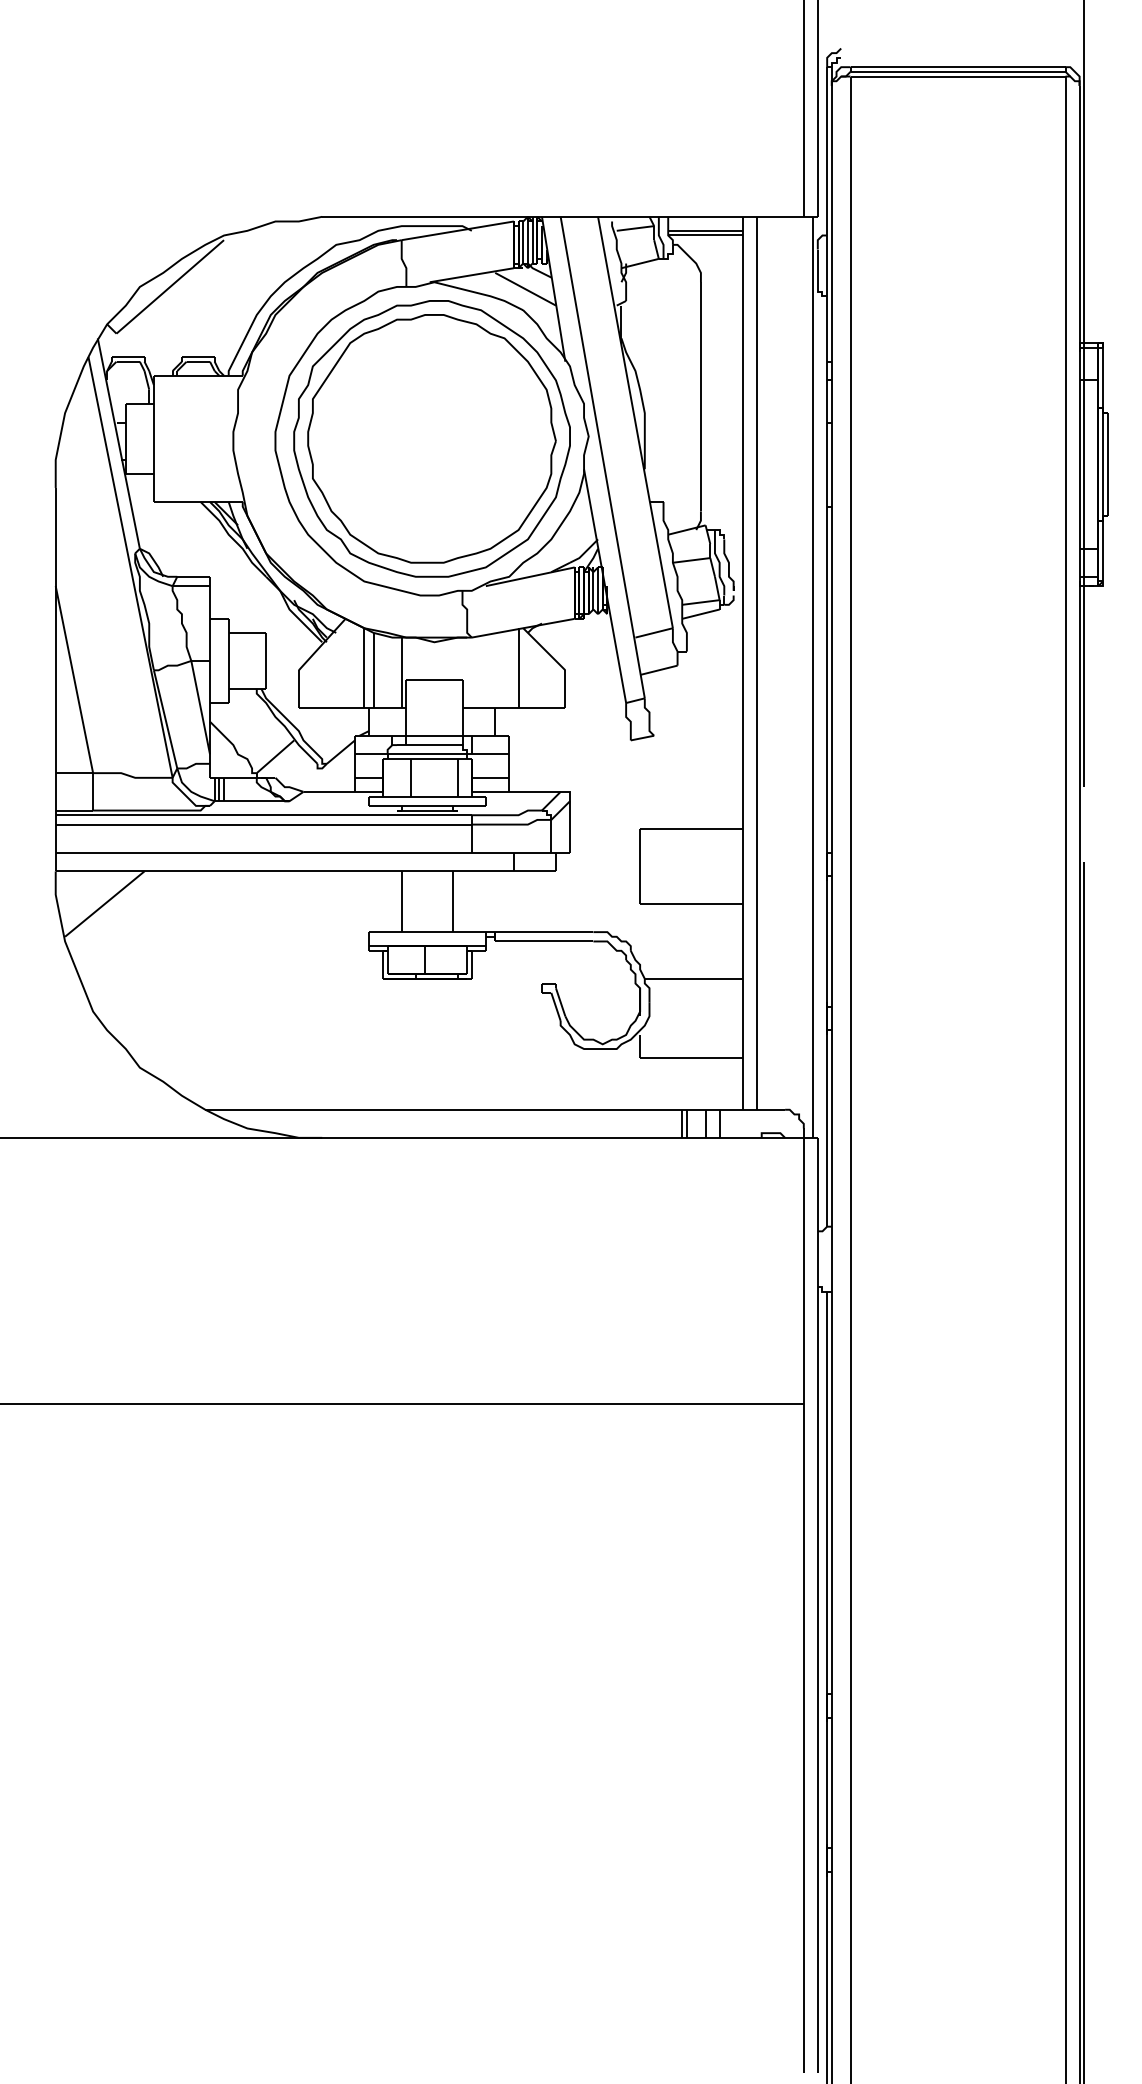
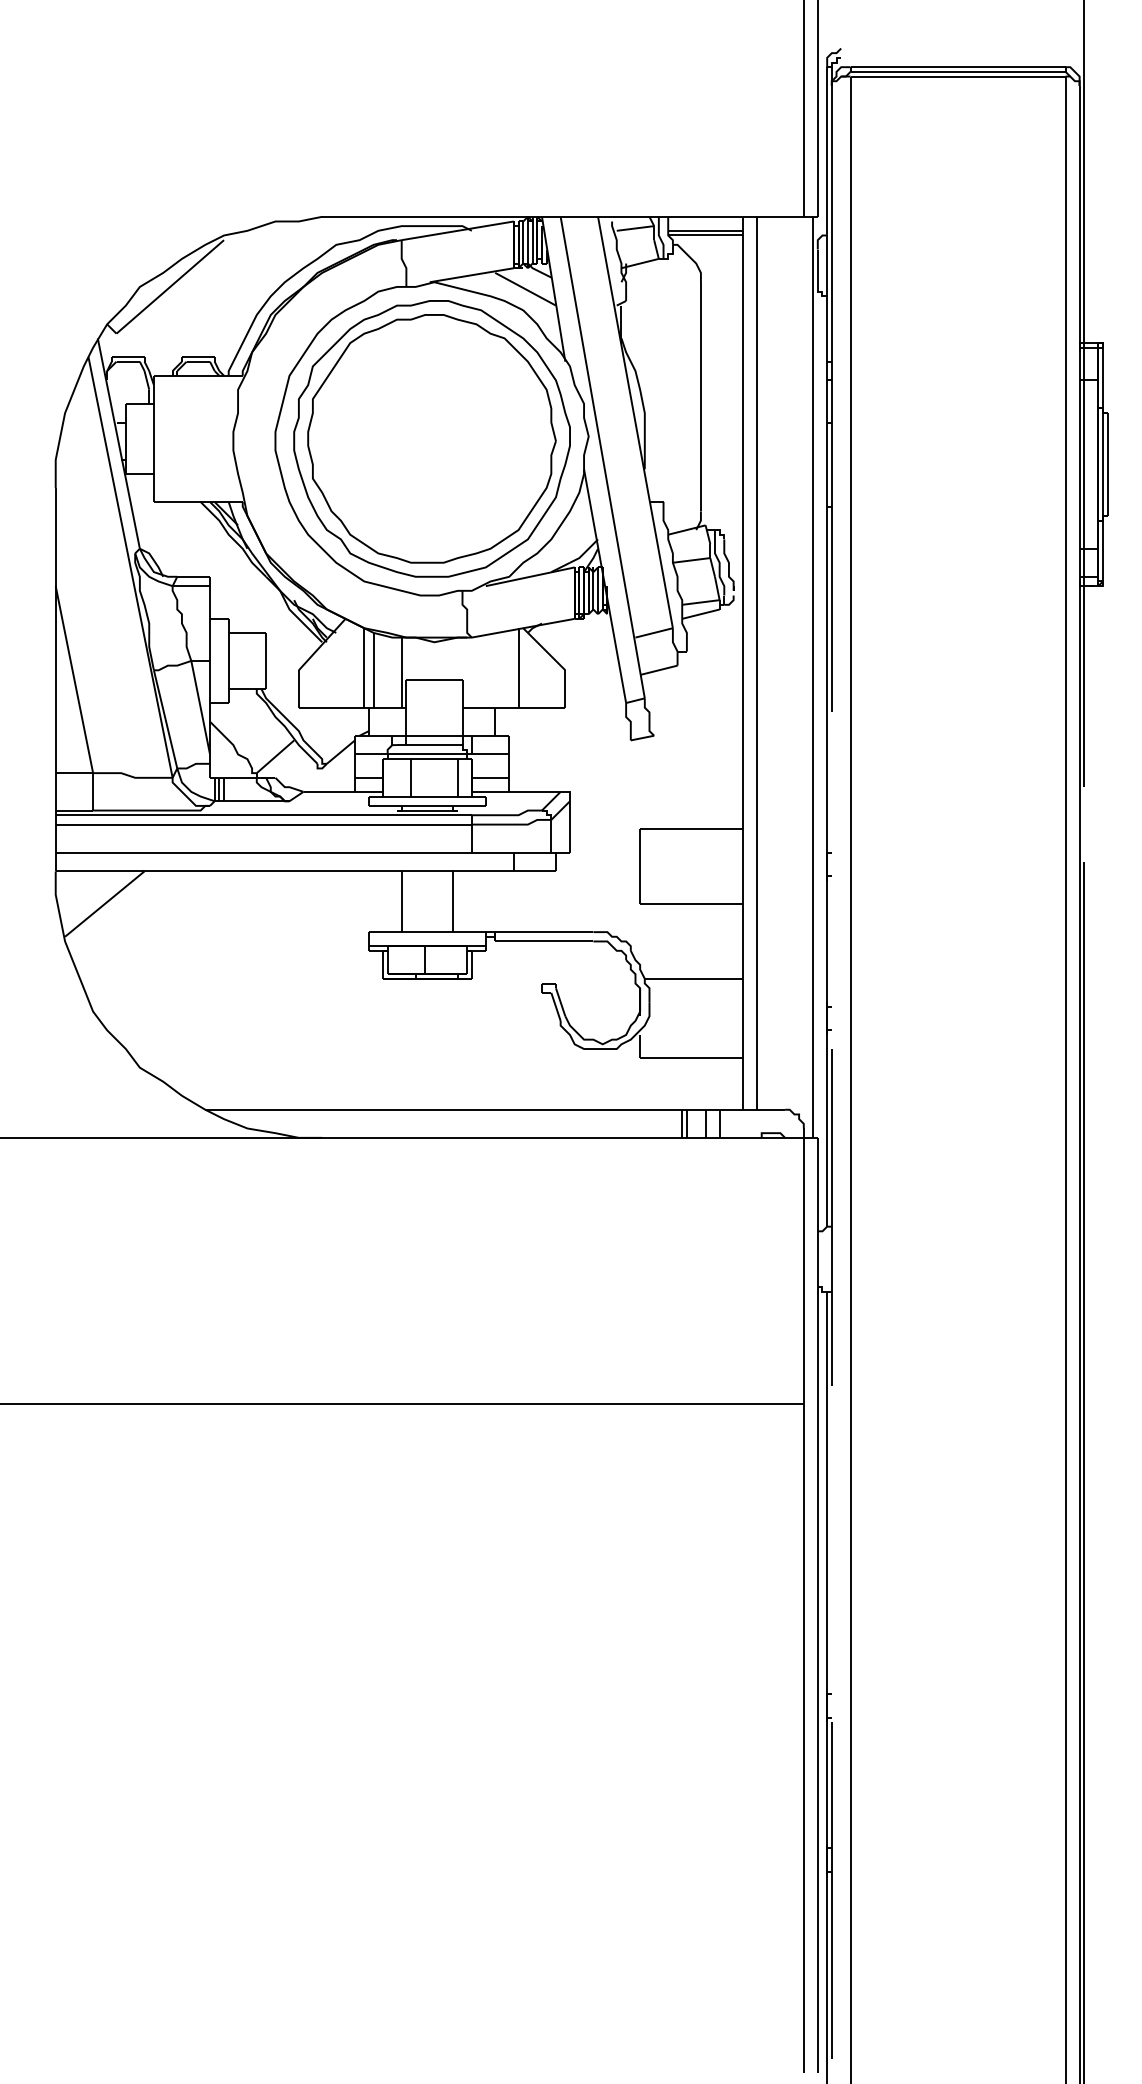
line at (831, 1229): solid -> dashed
